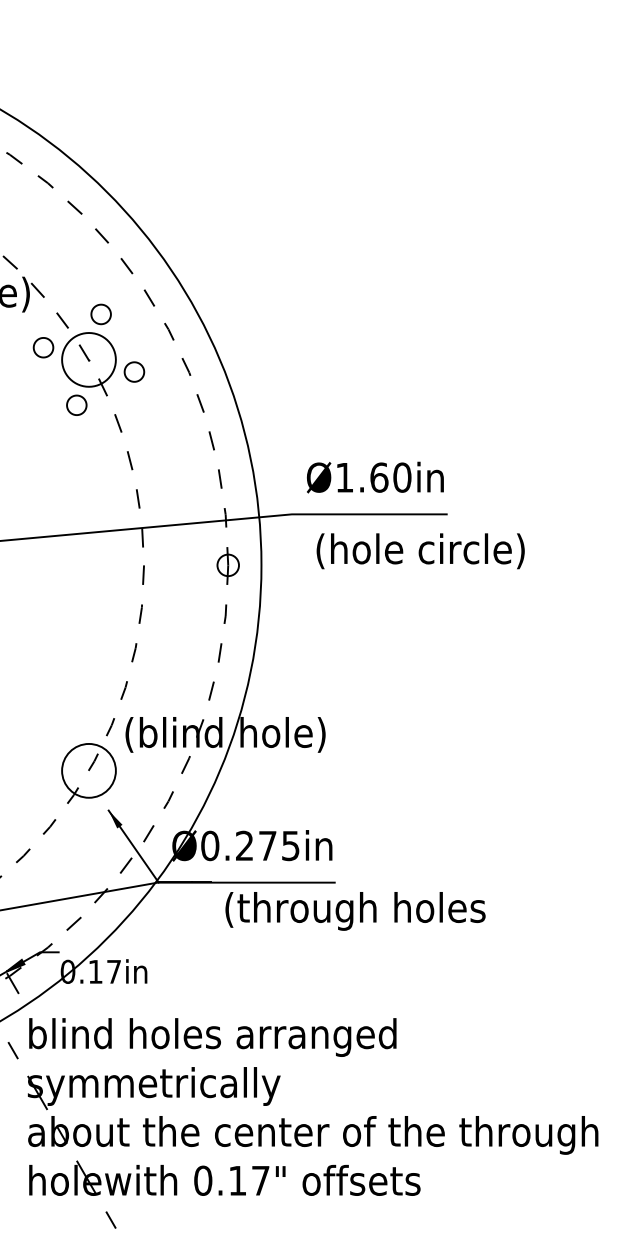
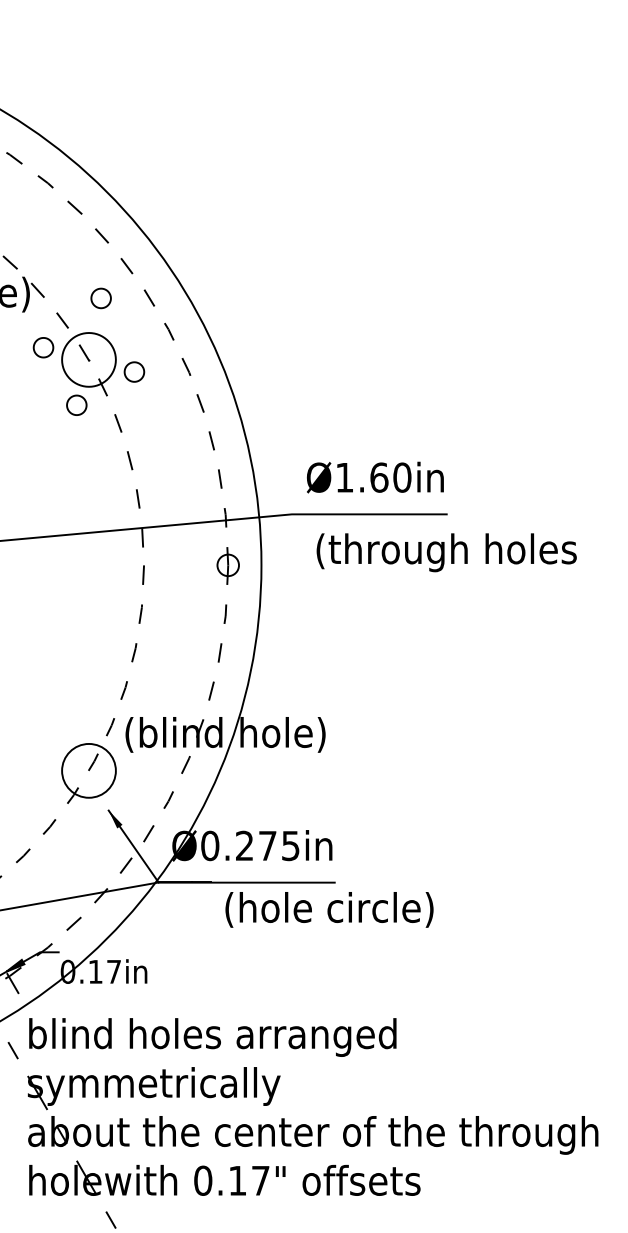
part at (100, 314) position: (100, 314) -> (100, 298)
text at (452, 552): (hole circle) -> (through holes
text at (361, 911): (through holes -> (hole circle)
